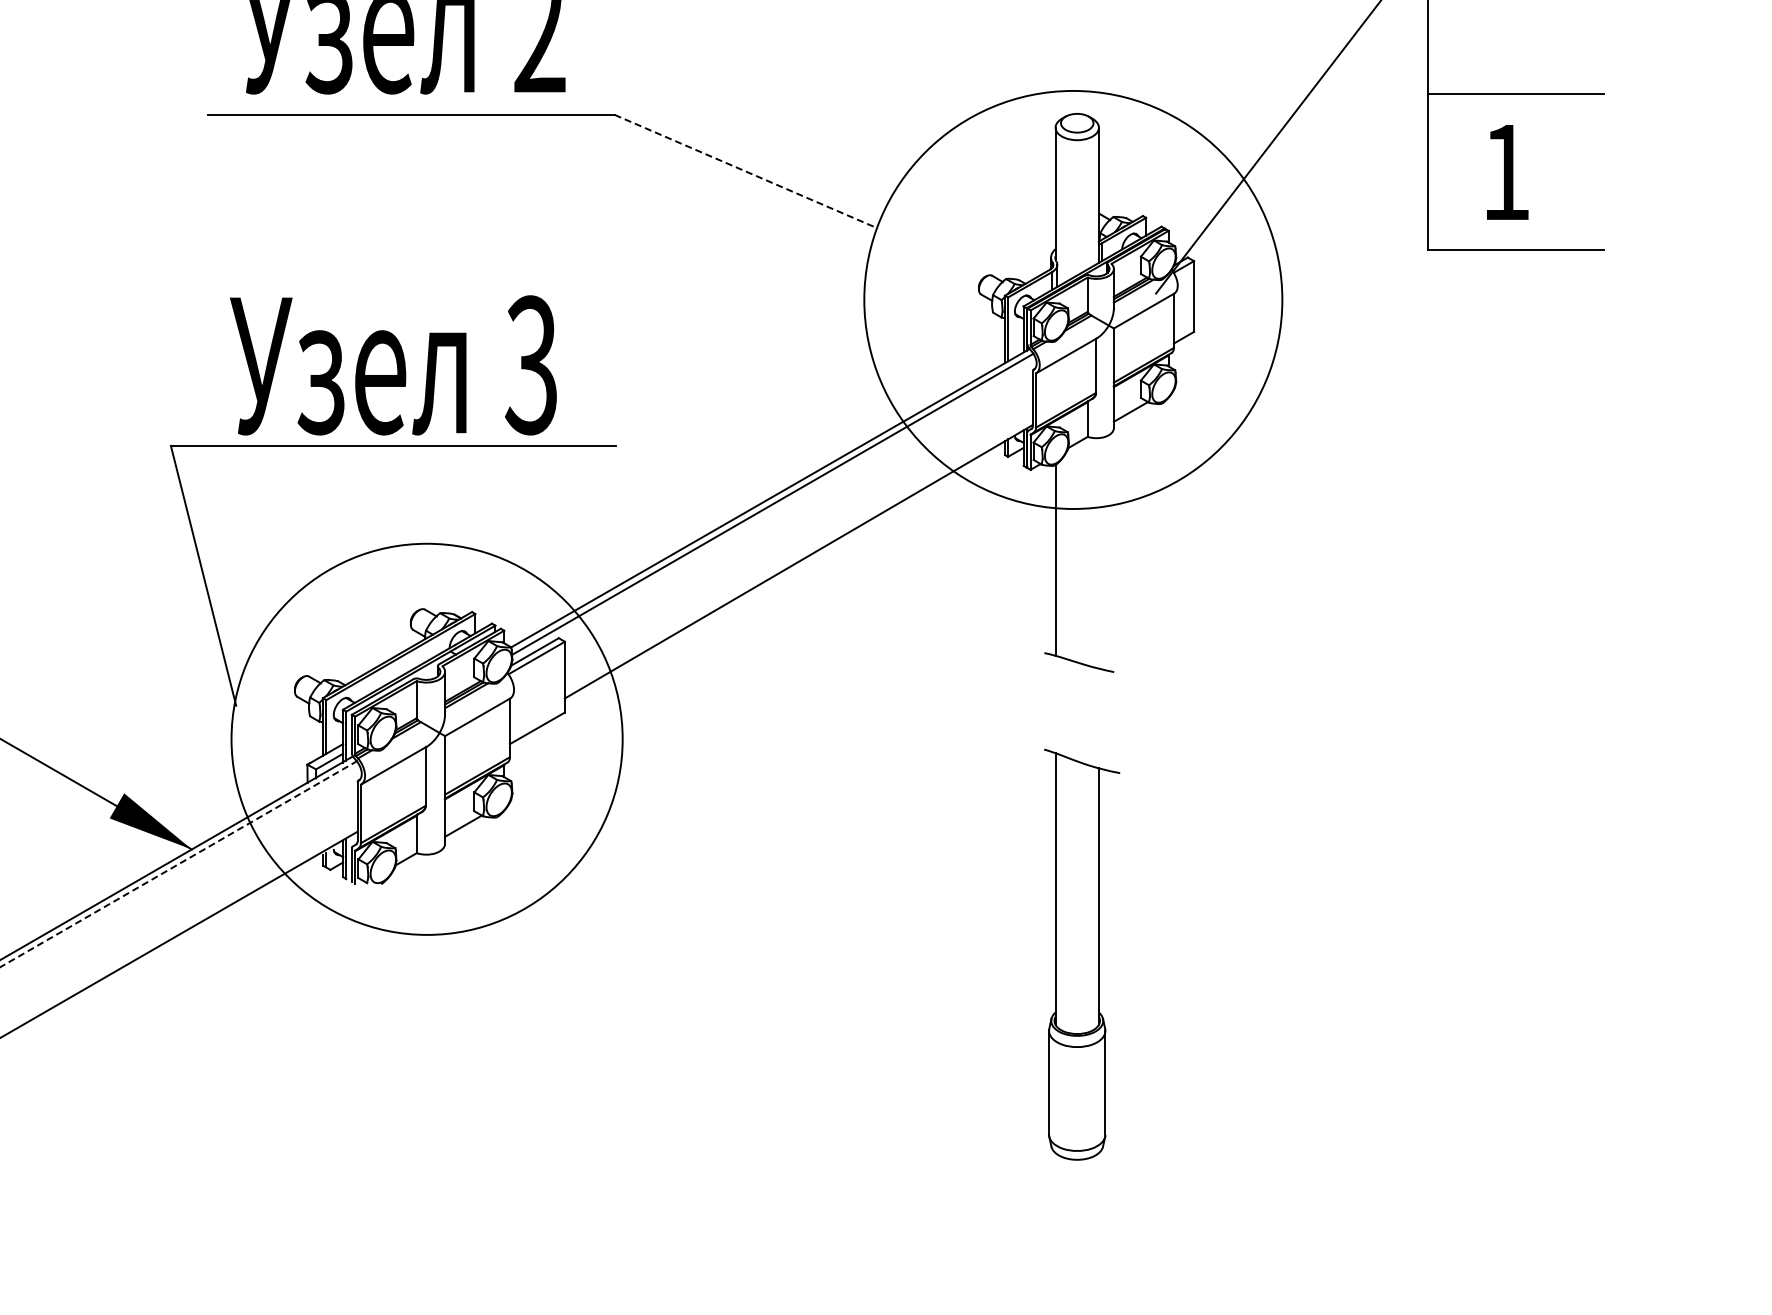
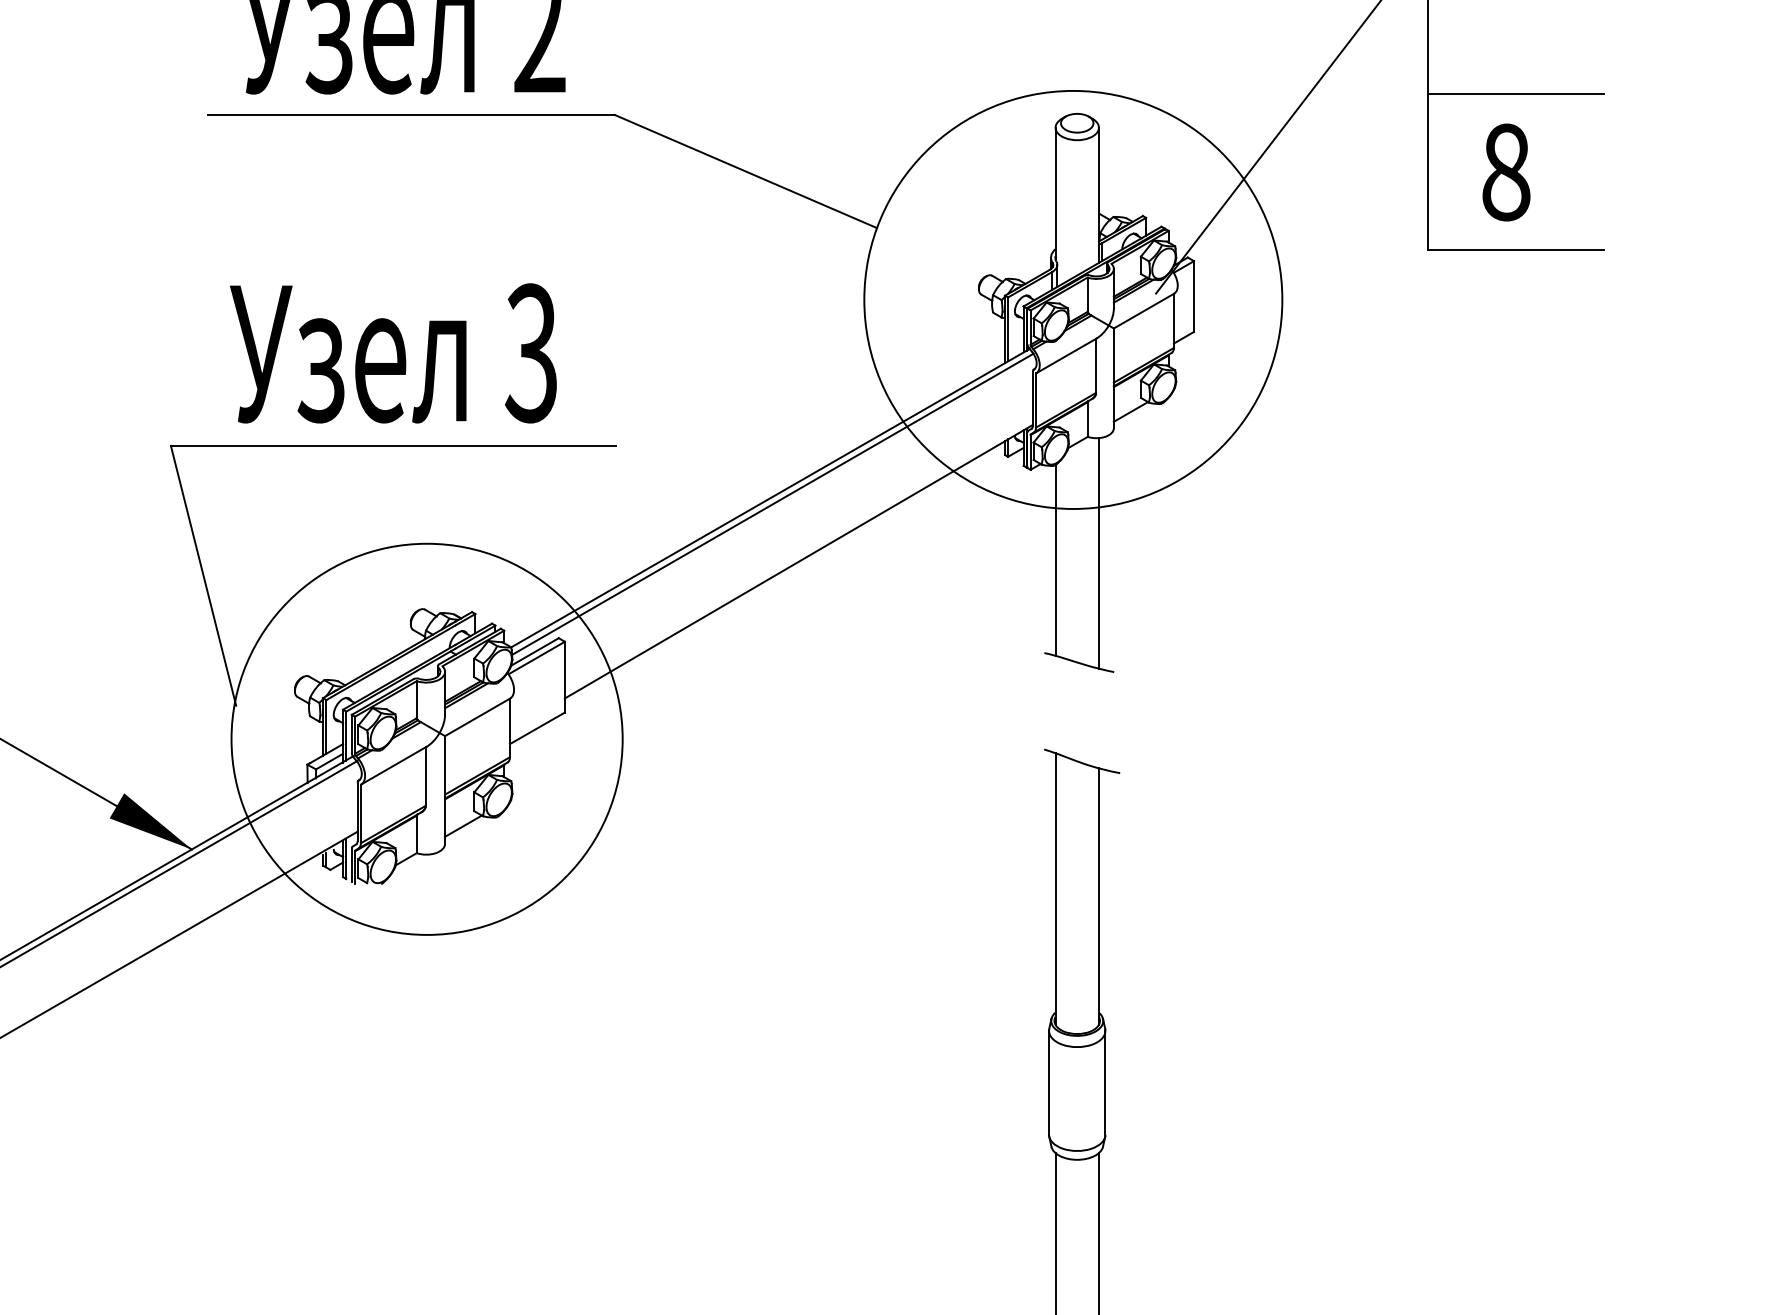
line at (745, 171): dashed -> solid
text at (1506, 172): 1 -> 8
text at (393, 365) position: (393, 365) -> (393, 353)
line at (1098, 553): none -> present
line at (178, 864): dashed -> solid
line at (1055, 1232): none -> present
line at (1098, 1232): none -> present
